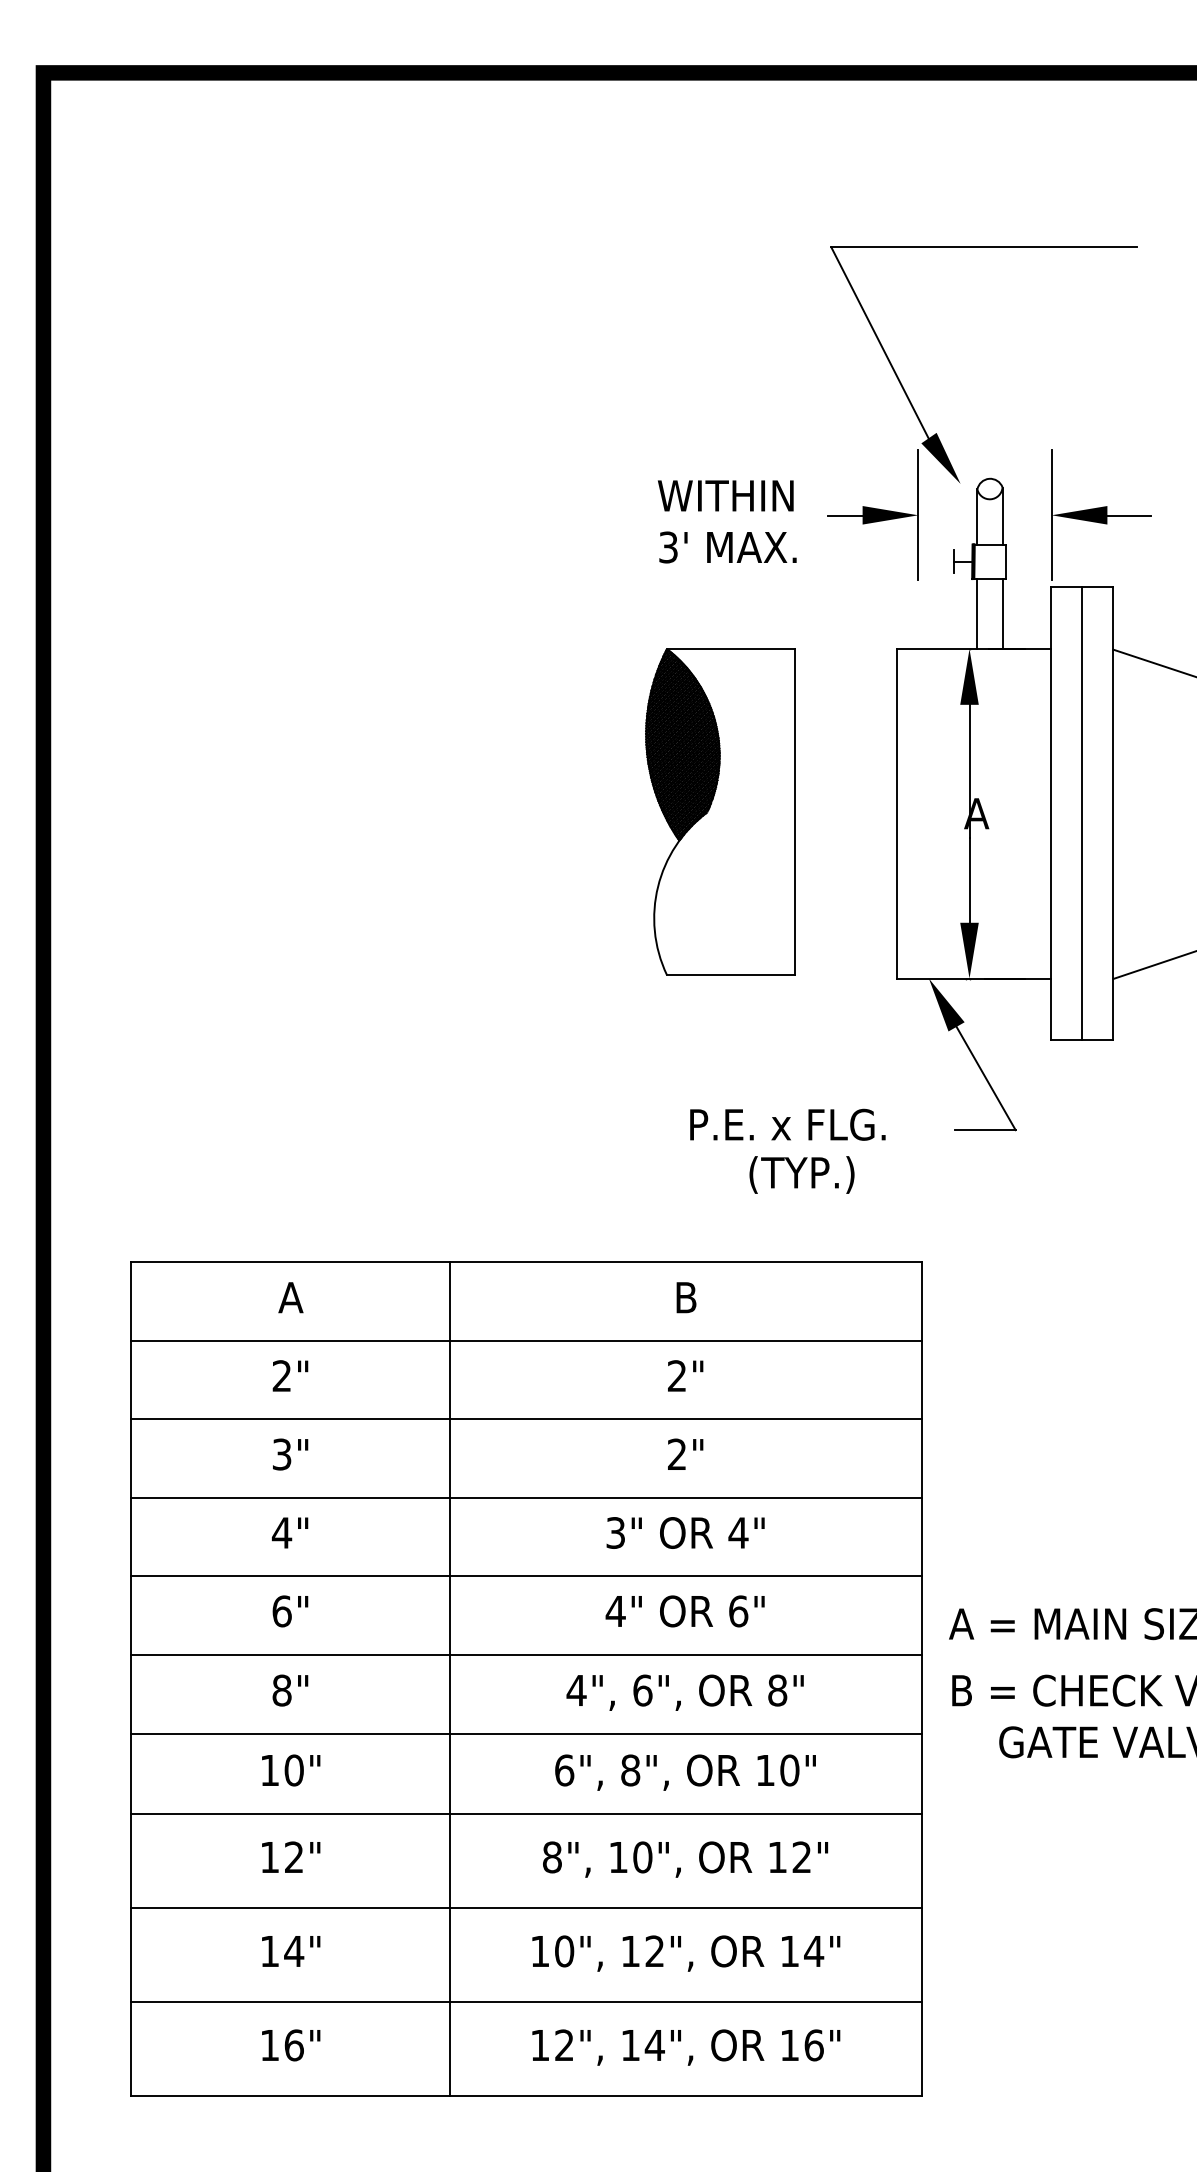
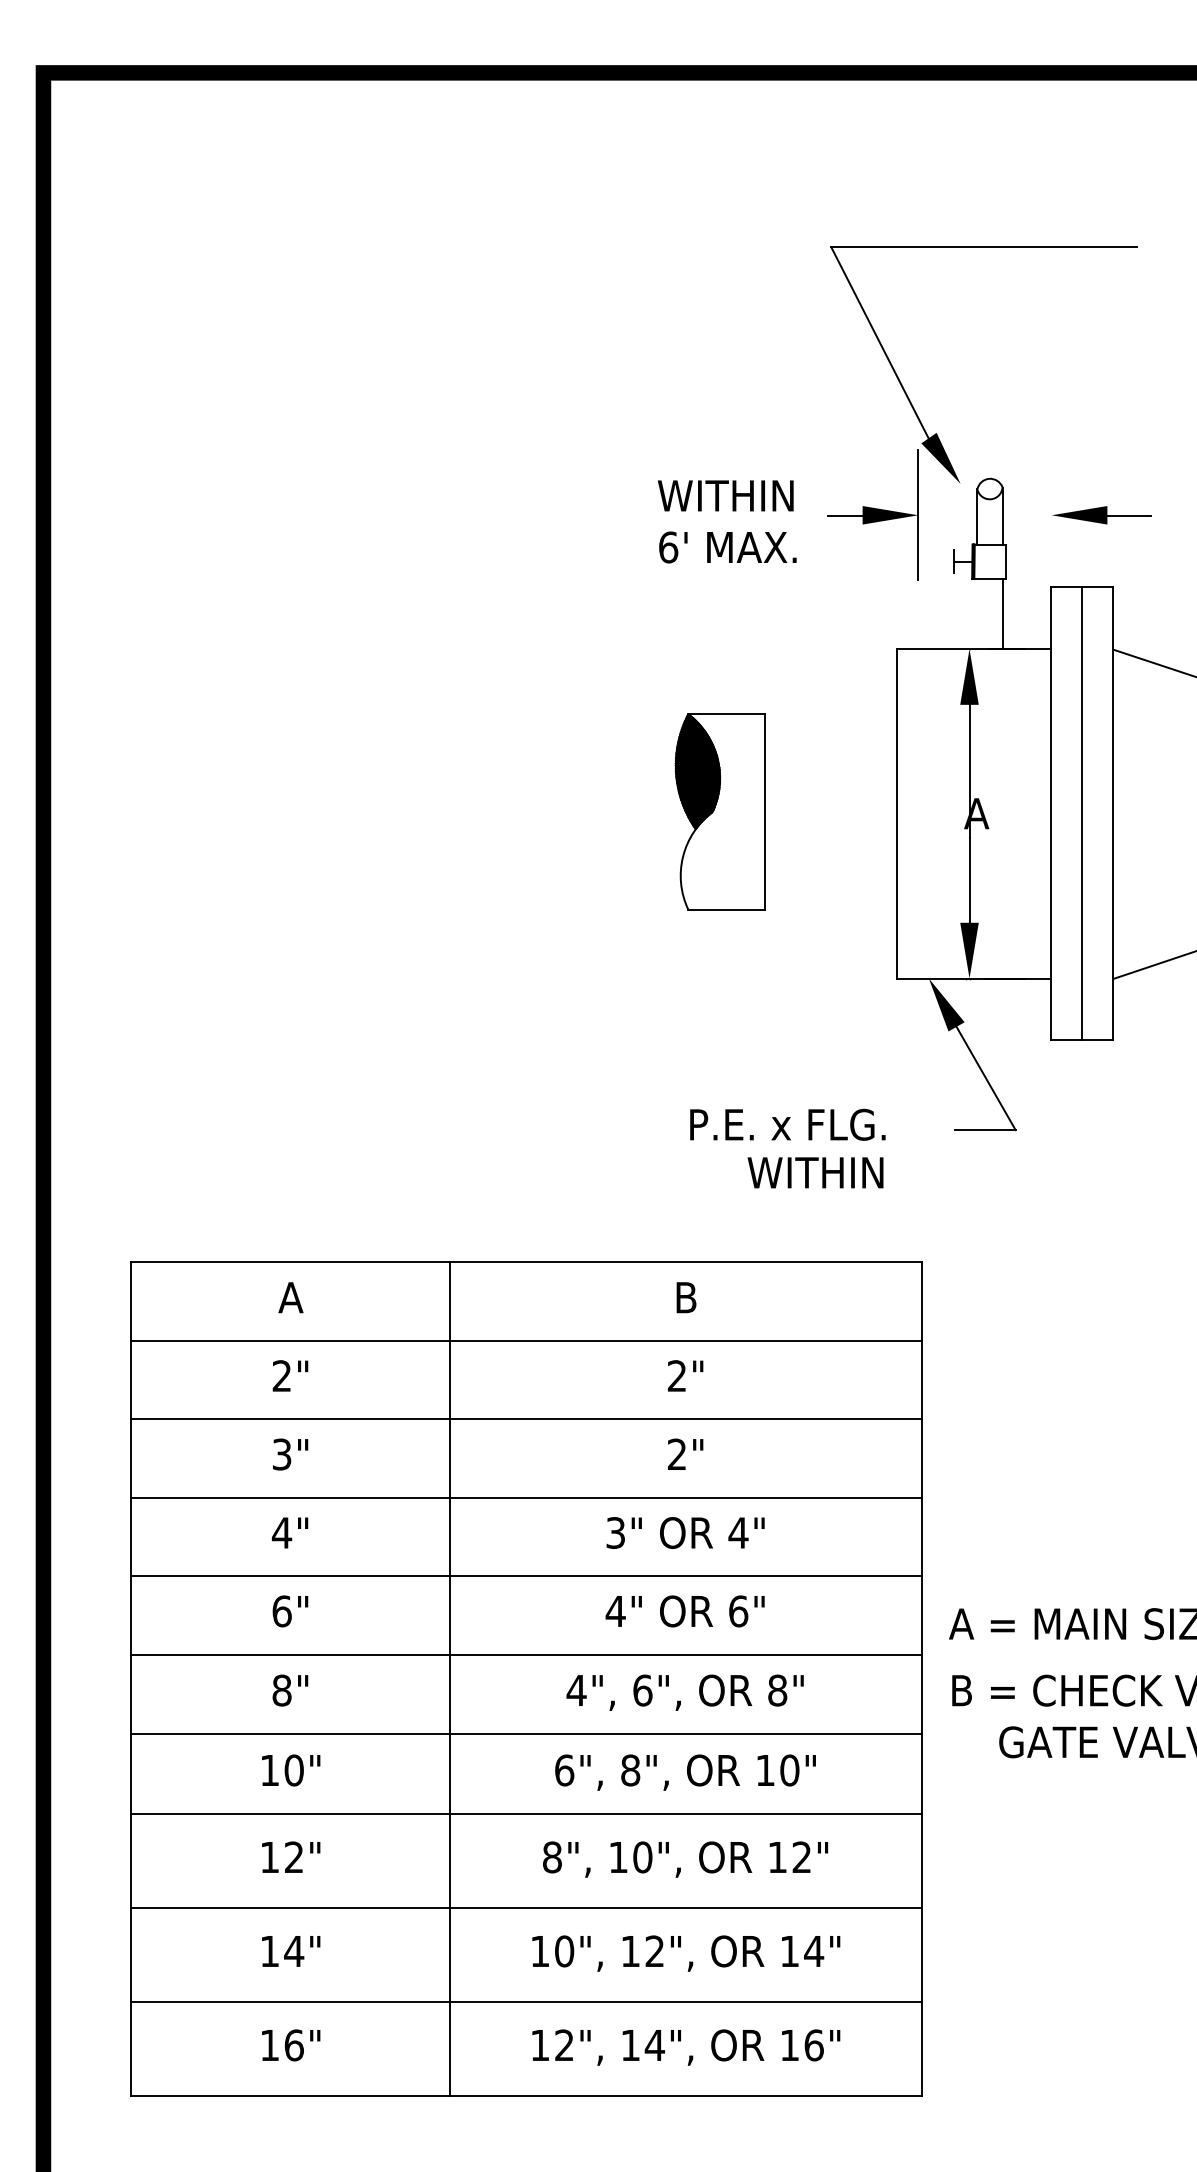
line at (1051, 515): present -> none
text at (668, 547): 3' -> 6'
line at (977, 614): present -> none
part at (720, 811) size: 151x328 px -> 92x198 px
text at (815, 1174): (TYP.) -> WITHIN
